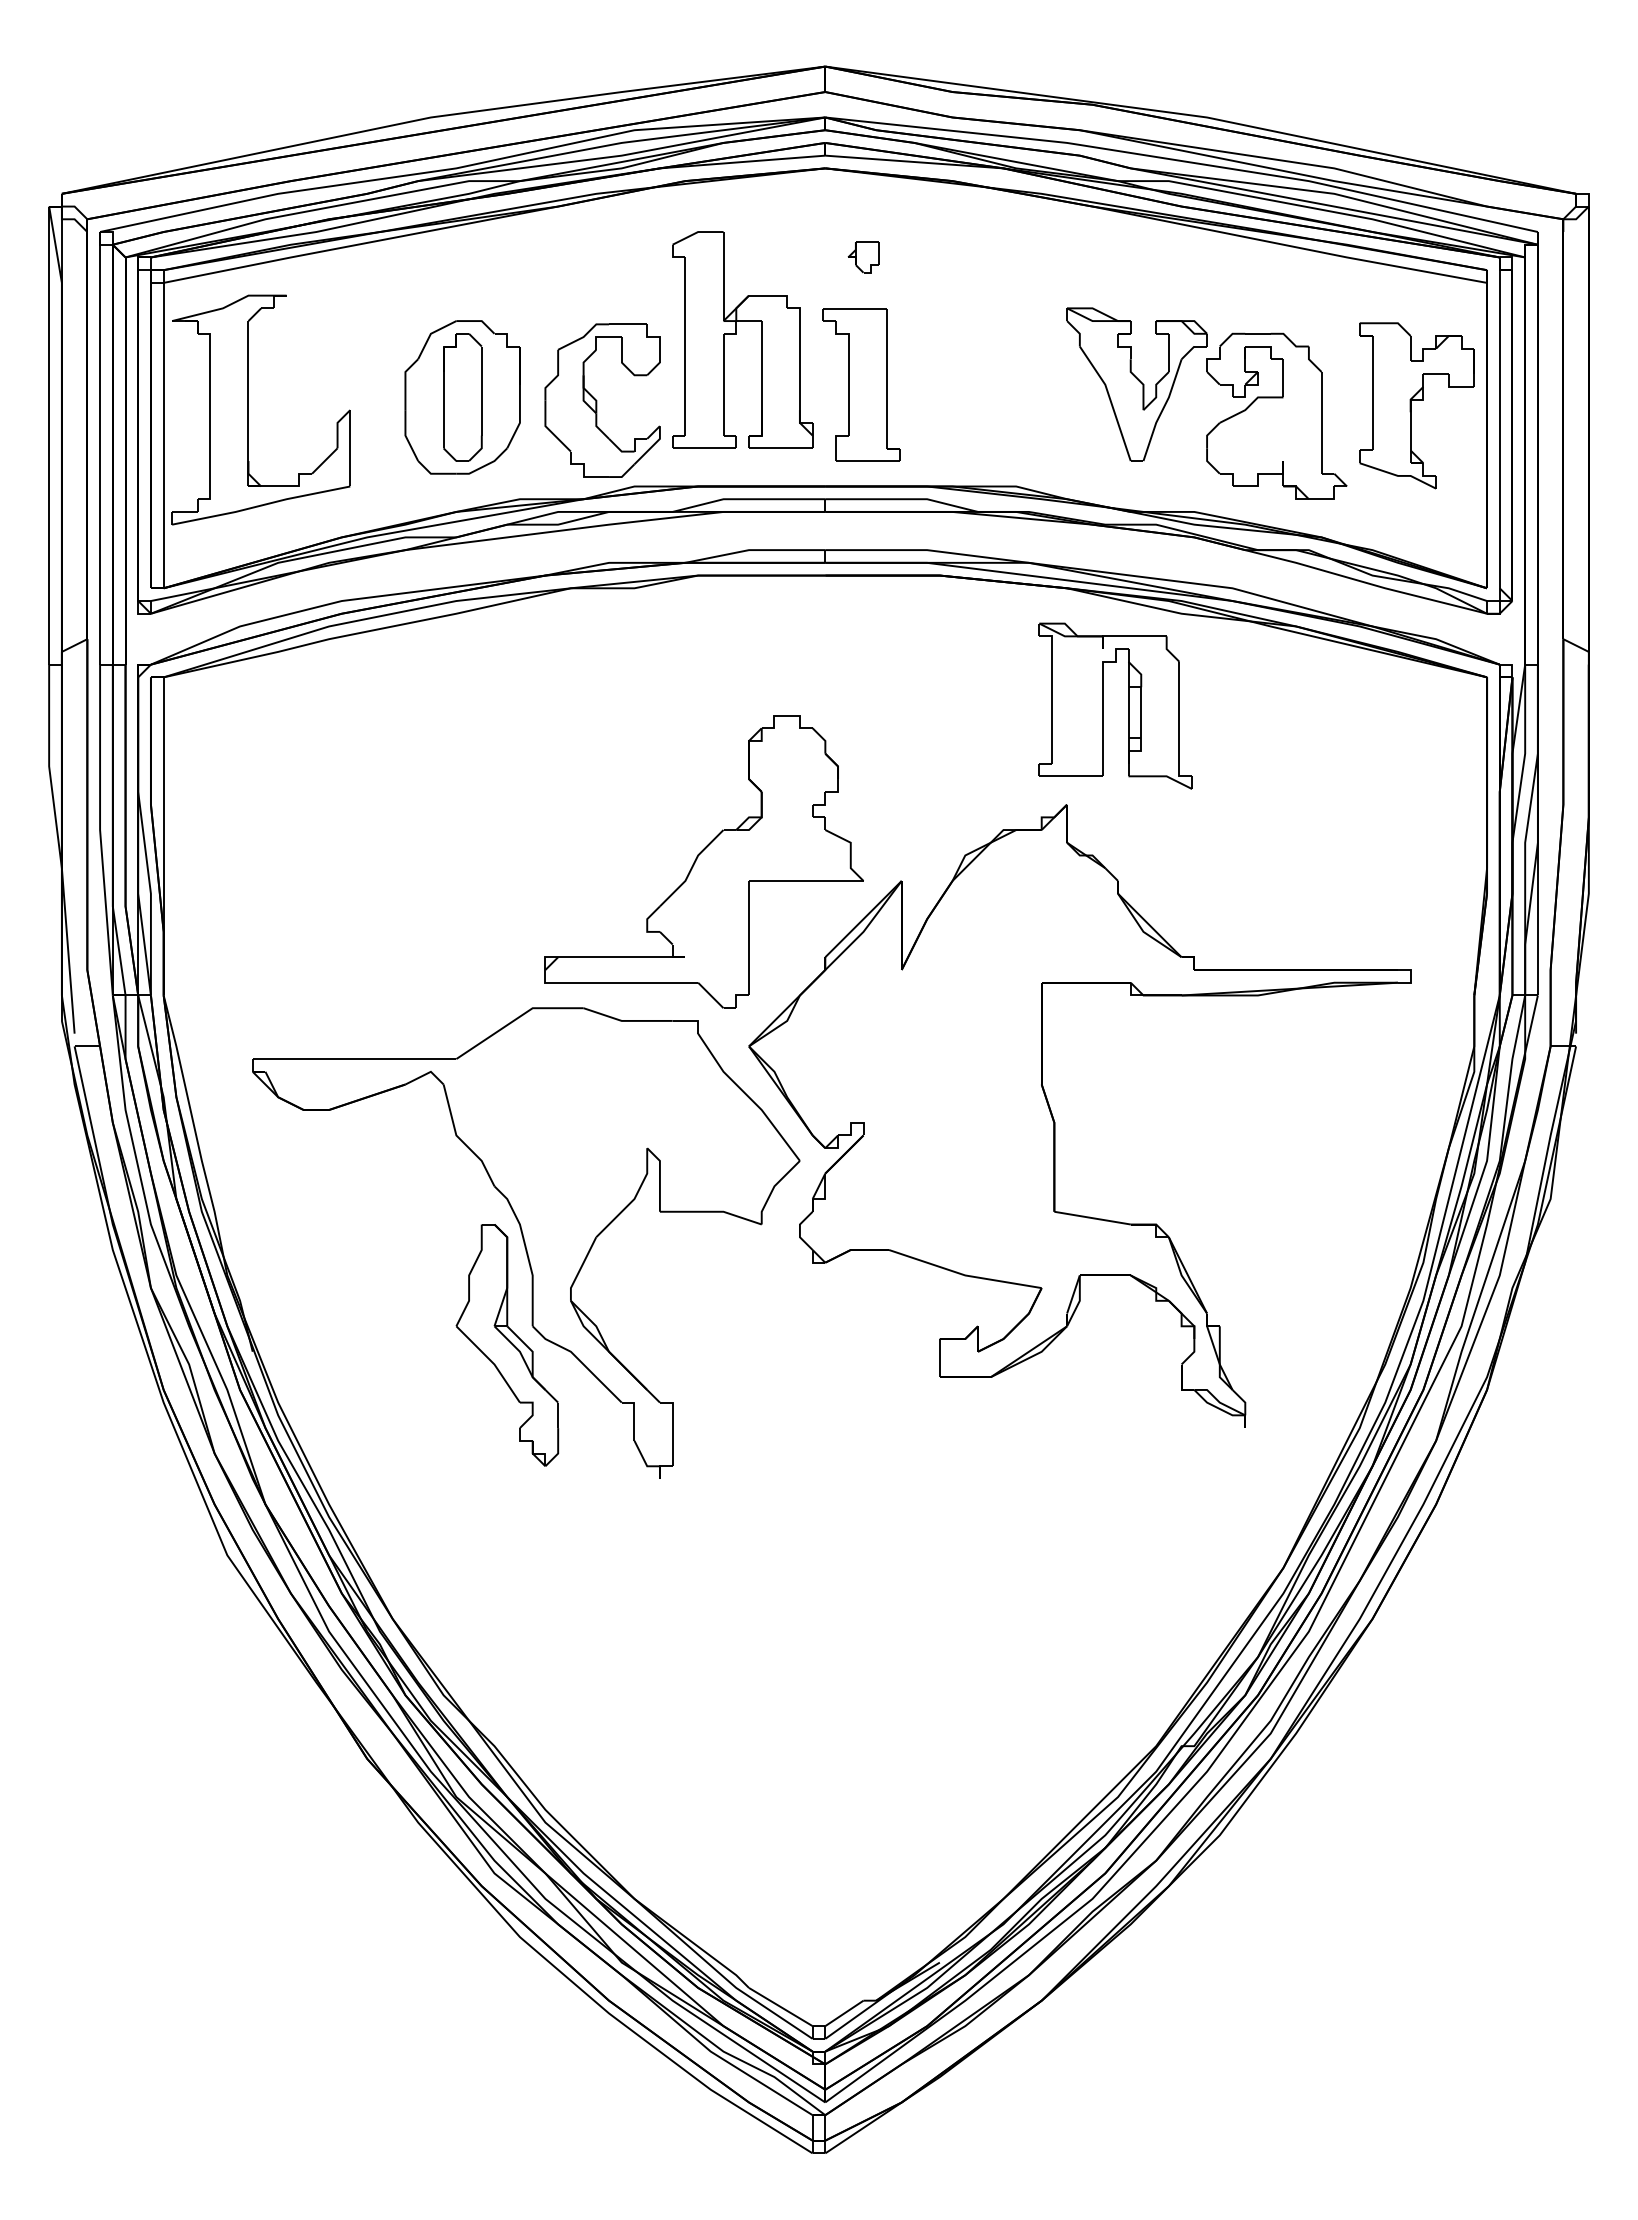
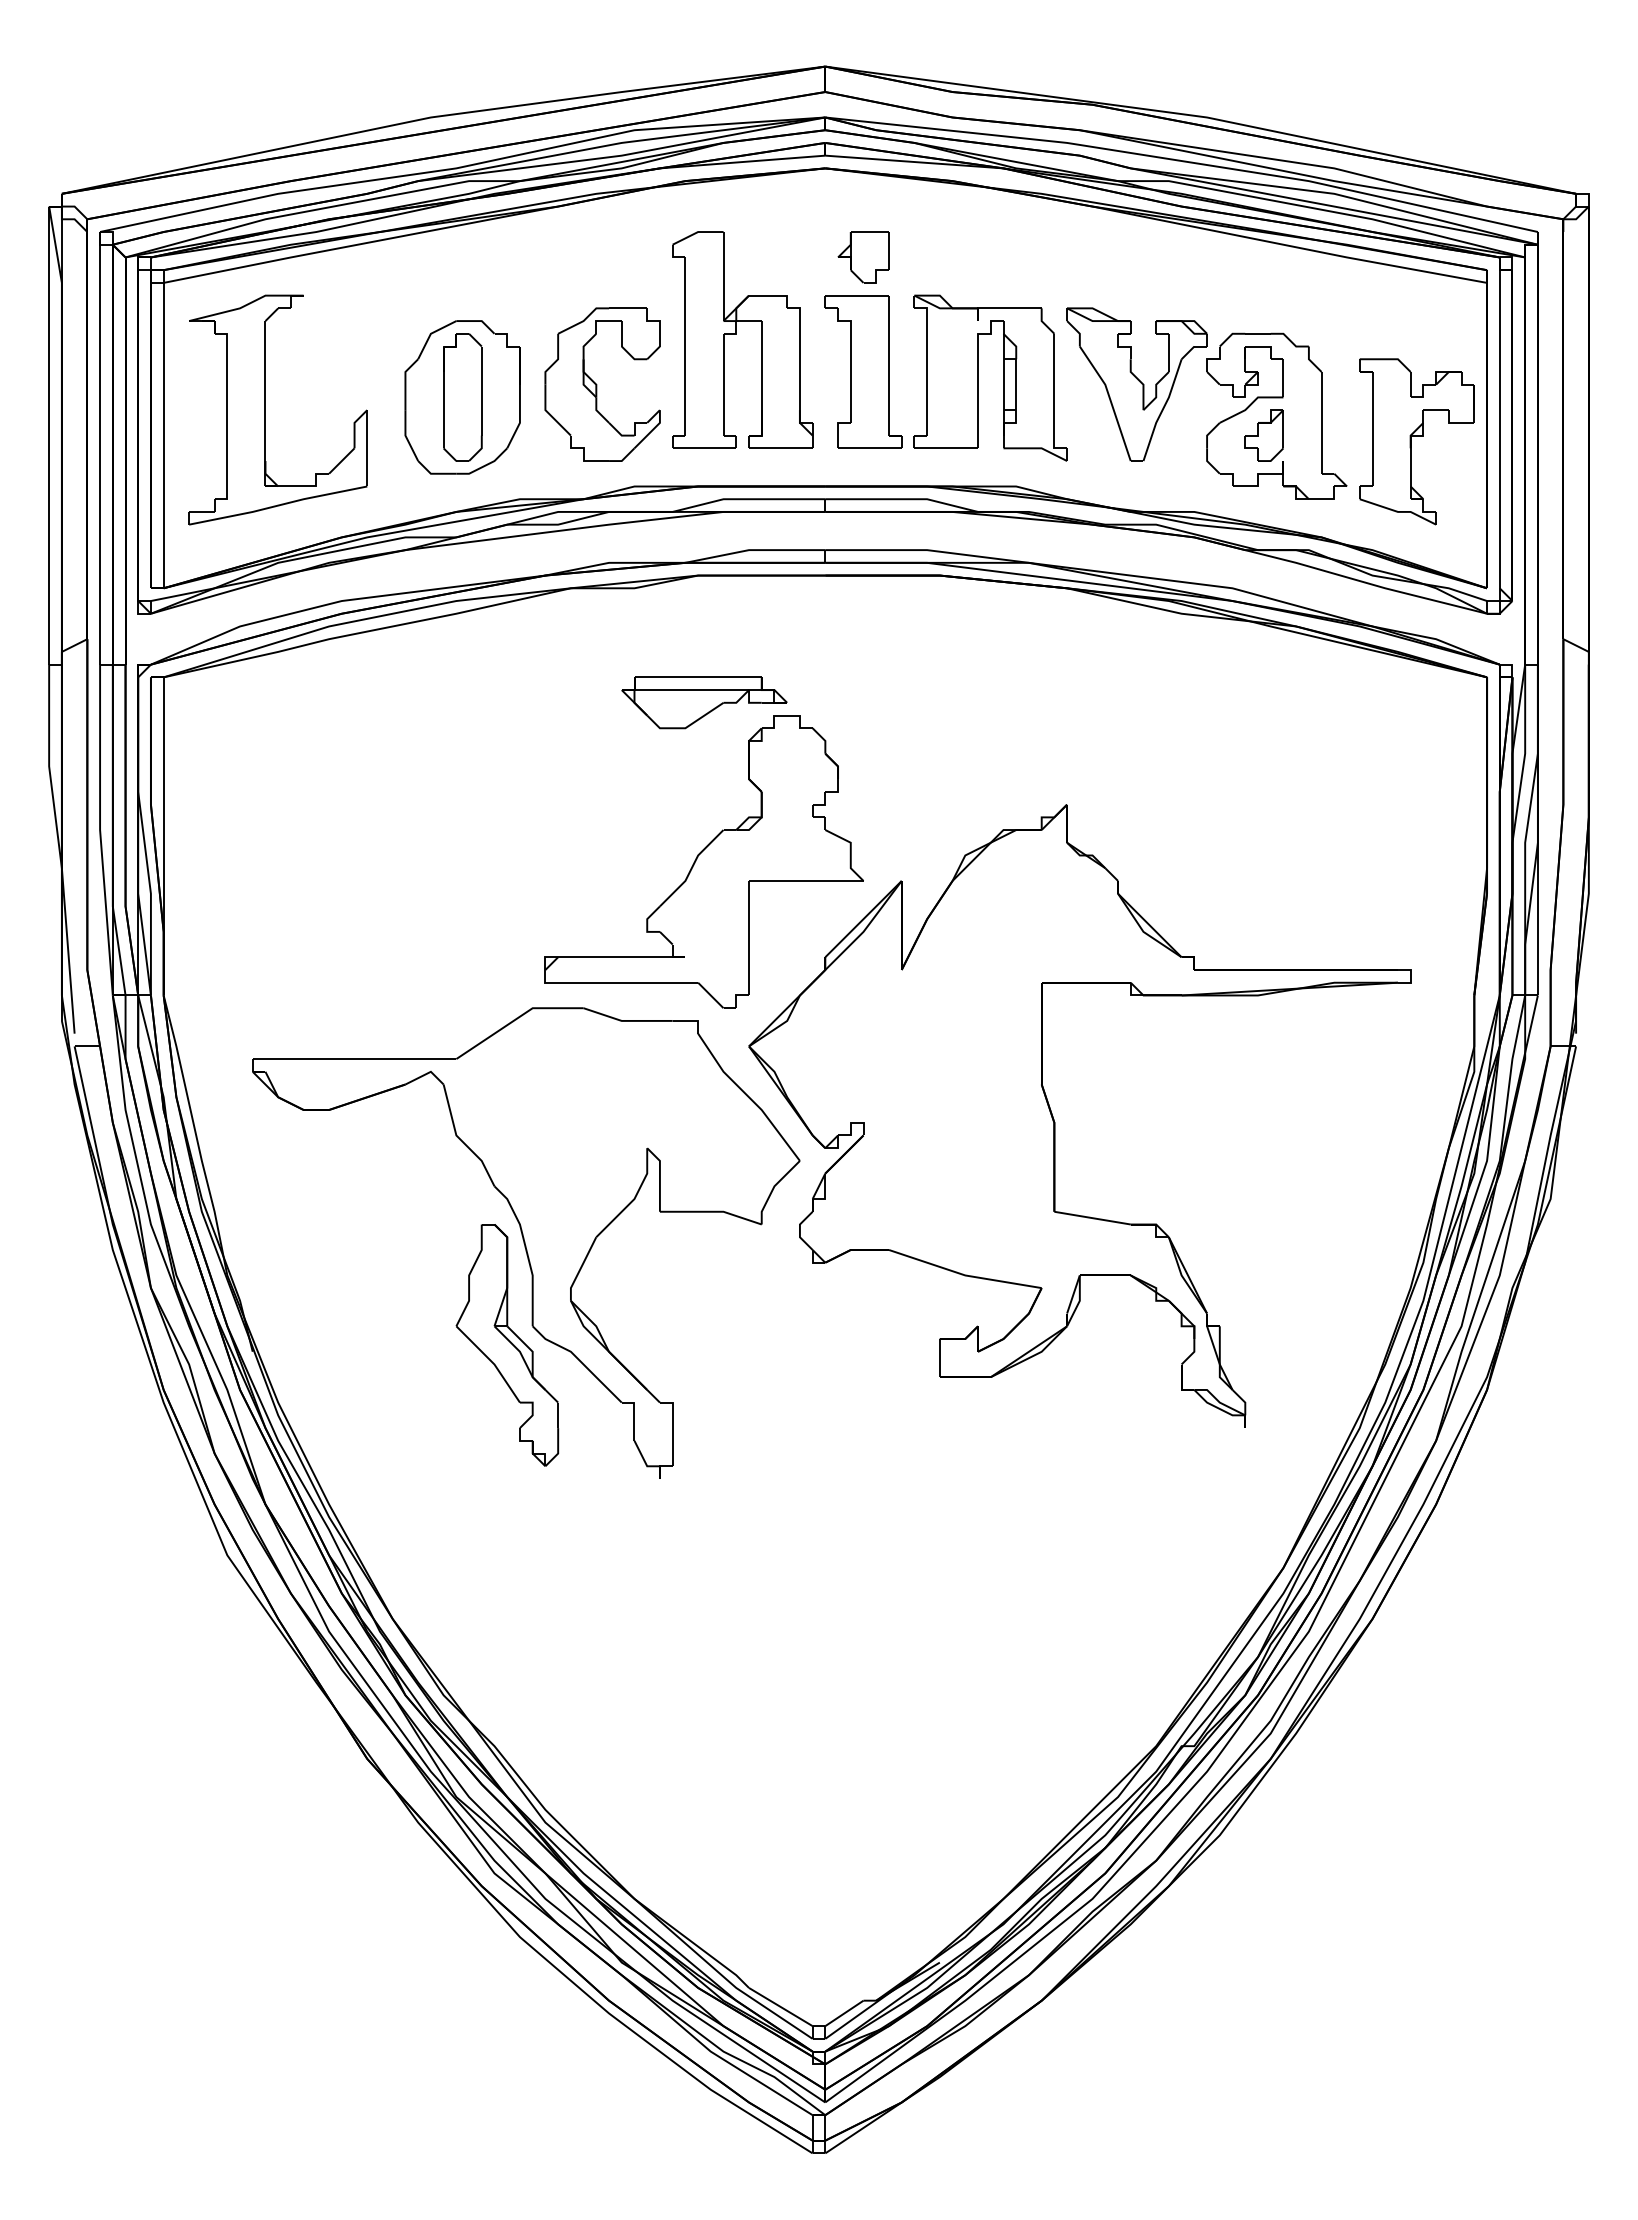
part at (863, 257) size: 33x33 px -> 53x53 px
part at (861, 384) position: (861, 384) -> (863, 371)
part at (602, 400) position: (602, 400) -> (602, 384)
part at (1416, 405) position: (1416, 405) -> (1416, 441)
part at (248, 409) position: (248, 409) -> (265, 409)
part at (1263, 435): none -> present
part at (704, 702): none -> present
part at (1103, 705) position: (1103, 705) -> (978, 377)
